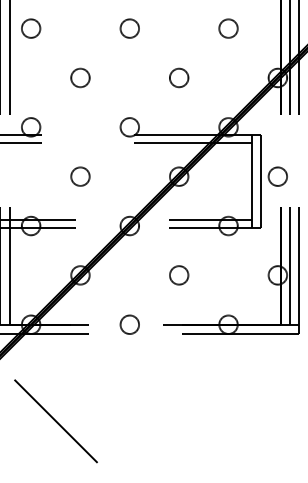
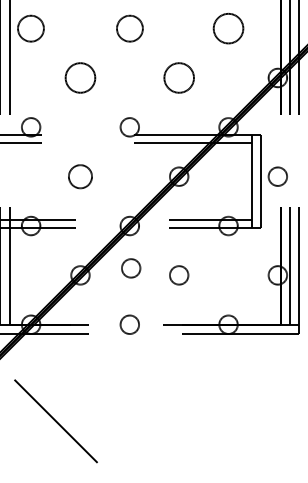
circle at (31, 28) size: 21x21 px -> 28x29 px
circle at (129, 28) size: 21x21 px -> 28x29 px
circle at (228, 28) diameter: 19 px -> 30 px
circle at (80, 77) size: 21x22 px -> 33x32 px
circle at (178, 77) diameter: 19 px -> 30 px
circle at (80, 176) size: 21x21 px -> 25x26 px
circle at (131, 268): none -> present
